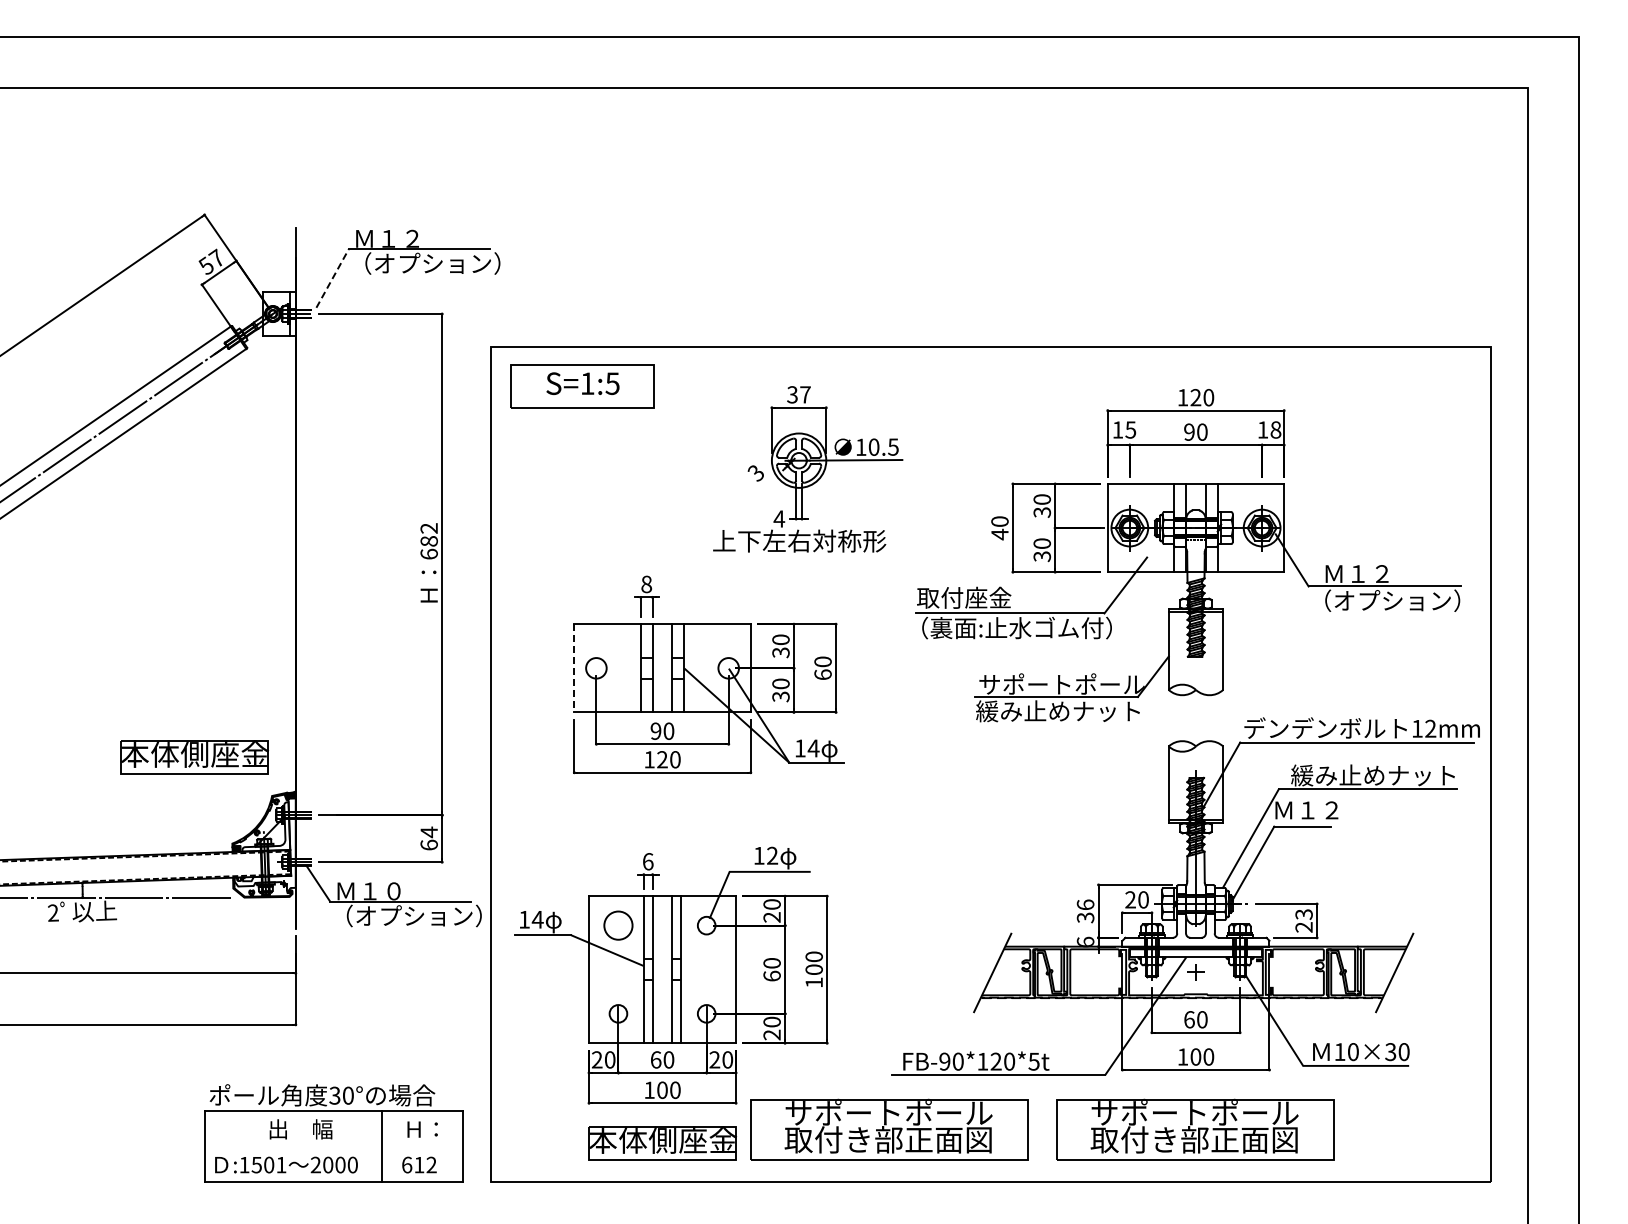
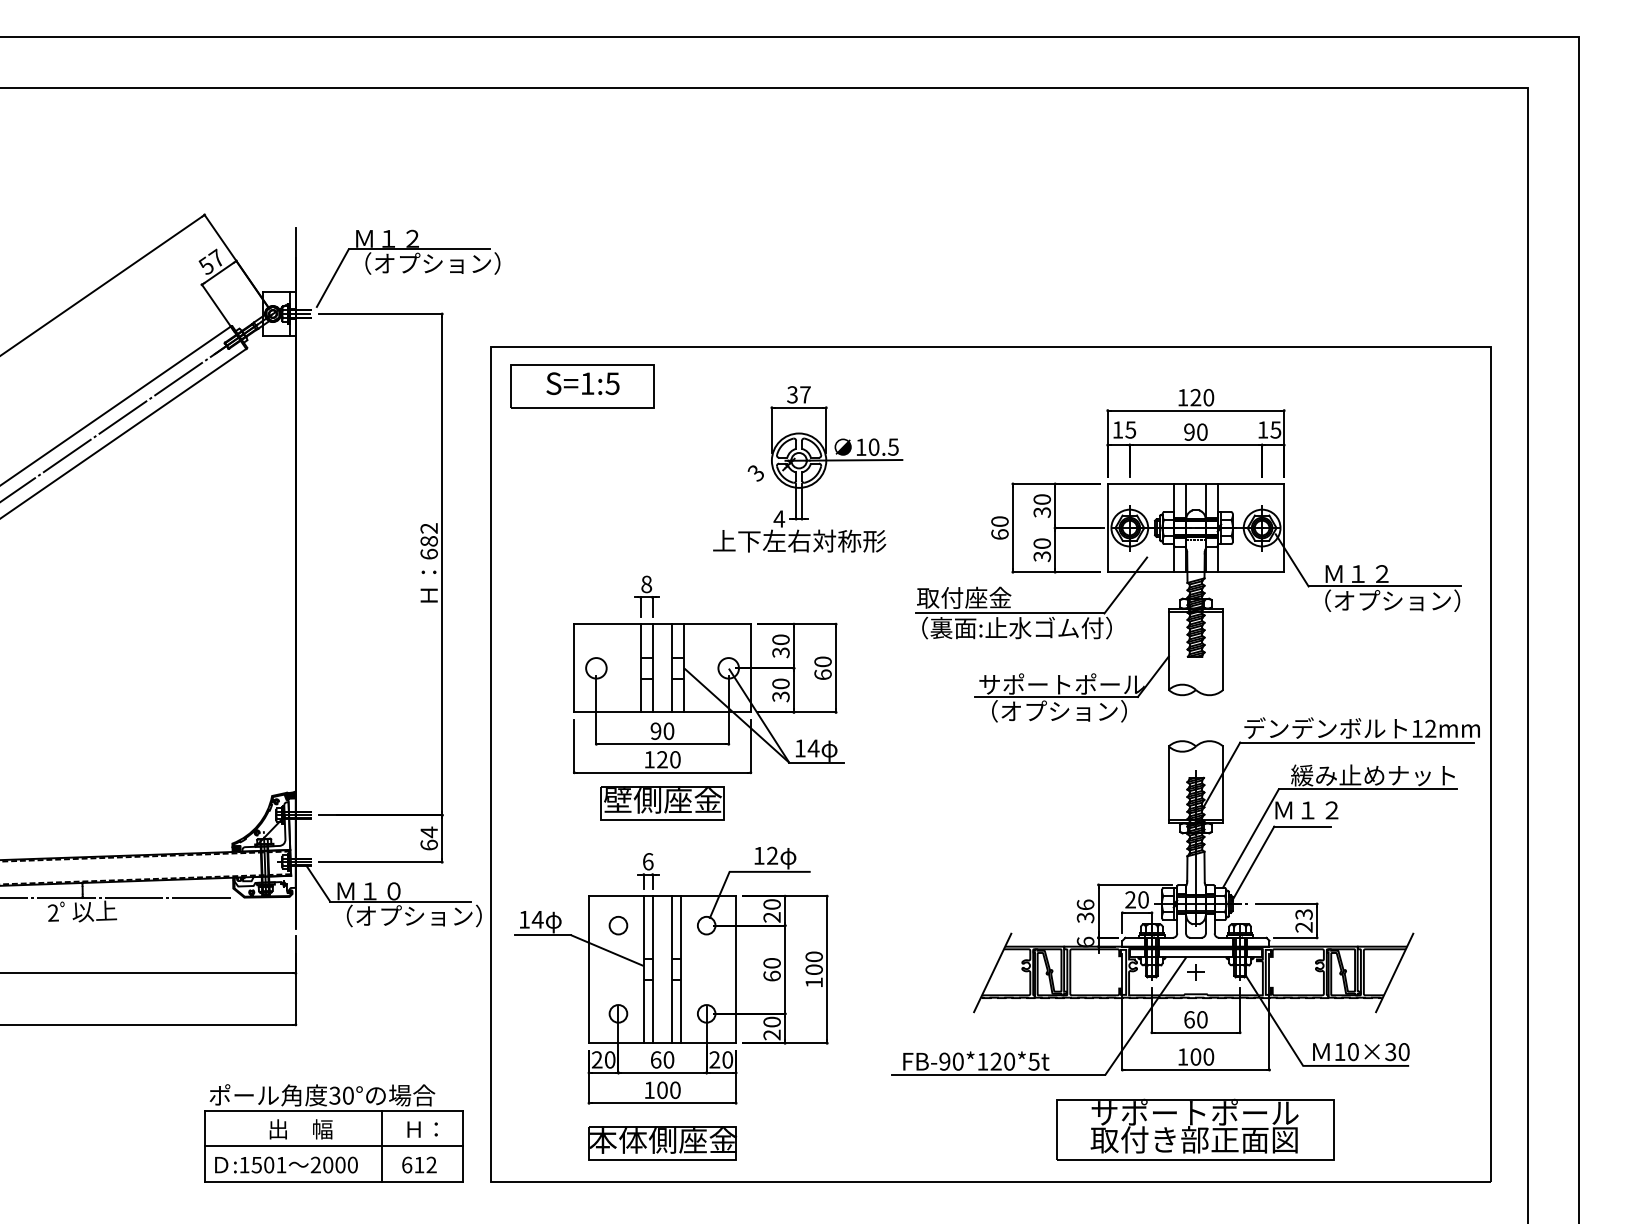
line at (332, 278): dashed -> solid
text at (1275, 429): 18 -> 15
text at (999, 534): 40 -> 60
line at (574, 668): dashed -> solid
text at (1057, 711): 緩み止めナット -> （オプション）
part at (194, 757): present -> none
part at (662, 803): none -> present
circle at (618, 925) diameter: 28 px -> 18 px
part at (889, 1129): present -> none
line at (333, 1146): none -> present
